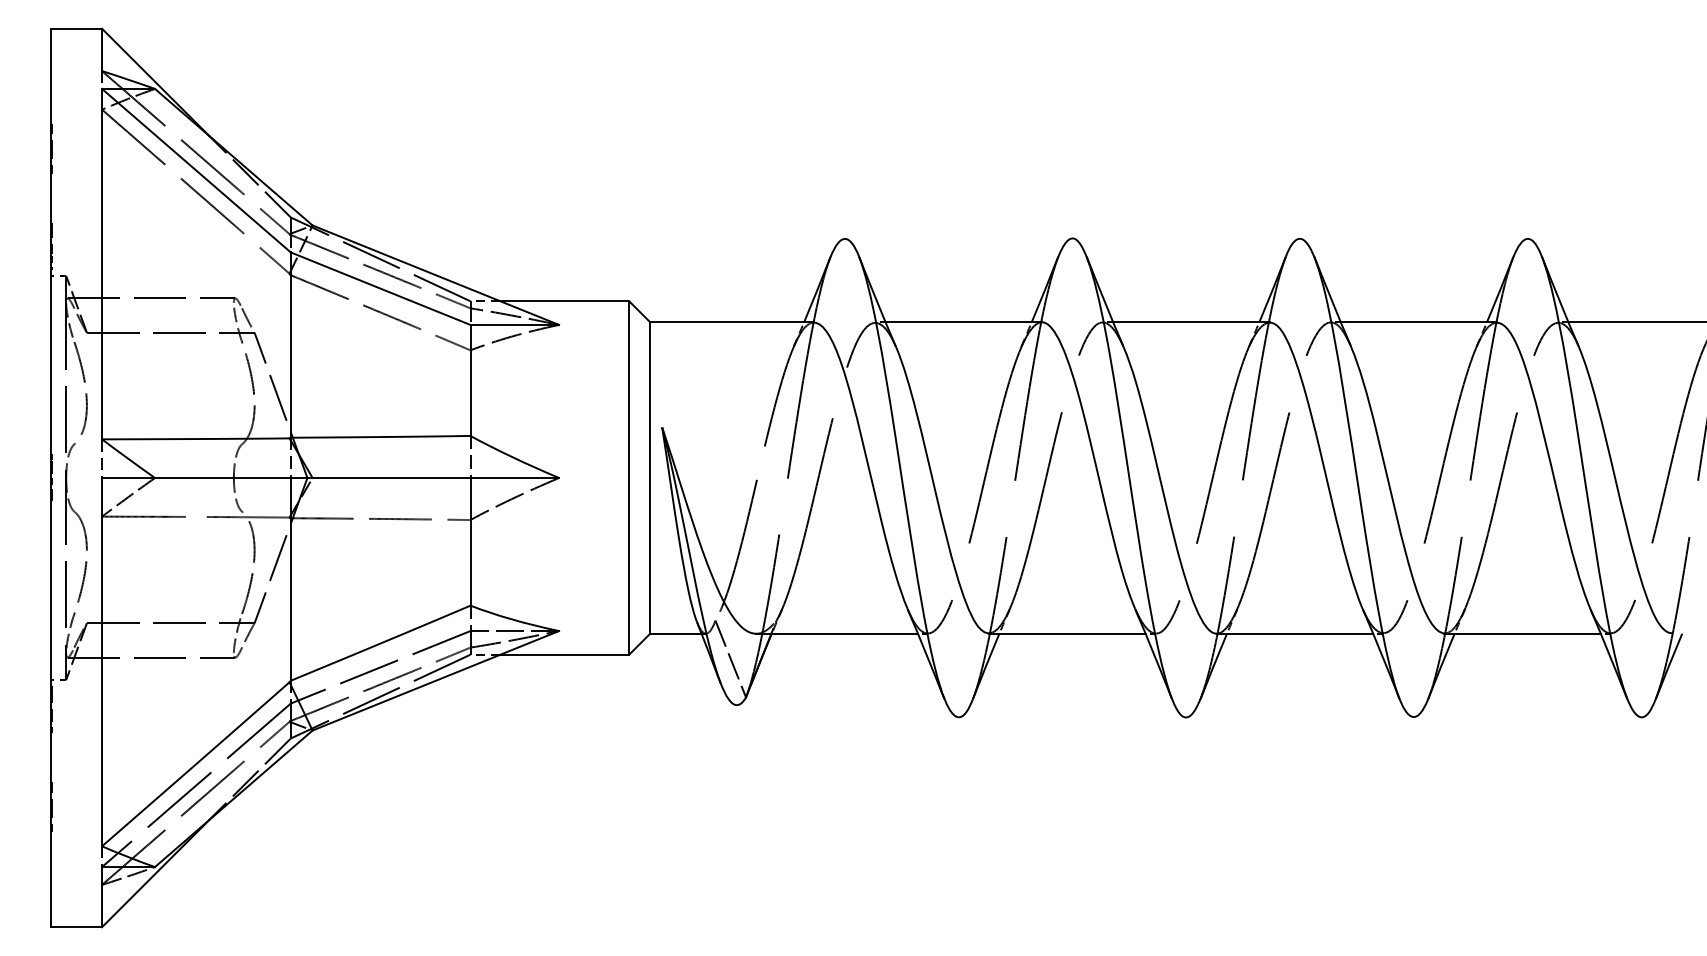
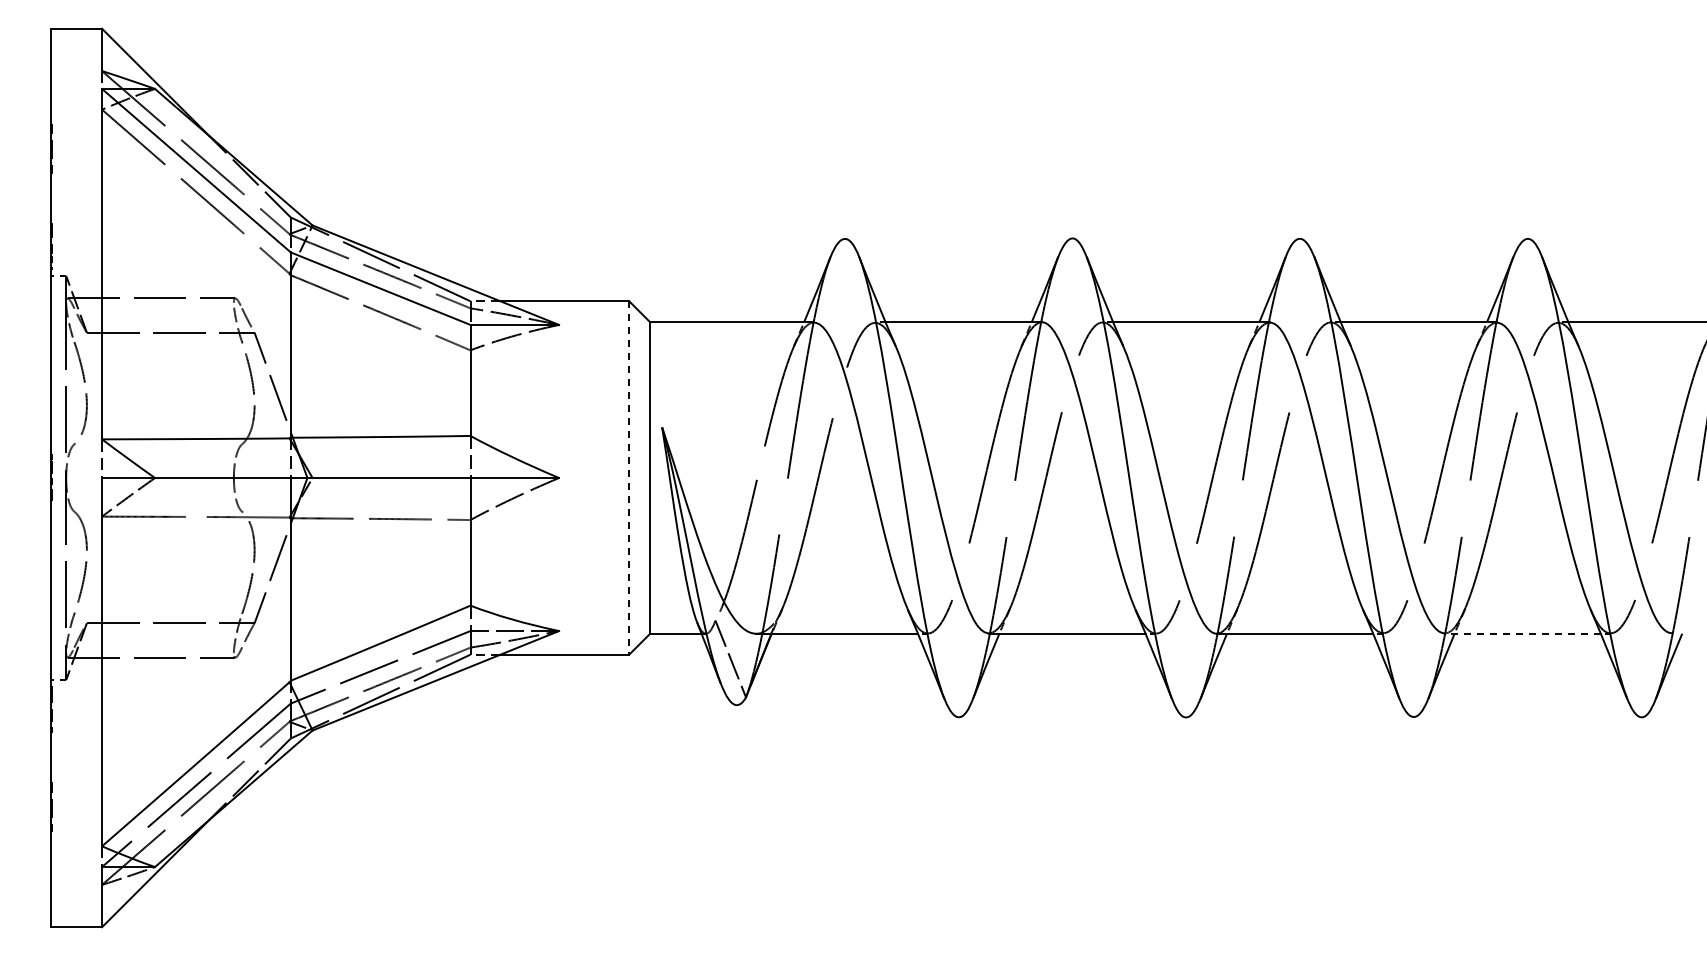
line at (629, 478): solid -> dashed
line at (1522, 633): solid -> dashed
